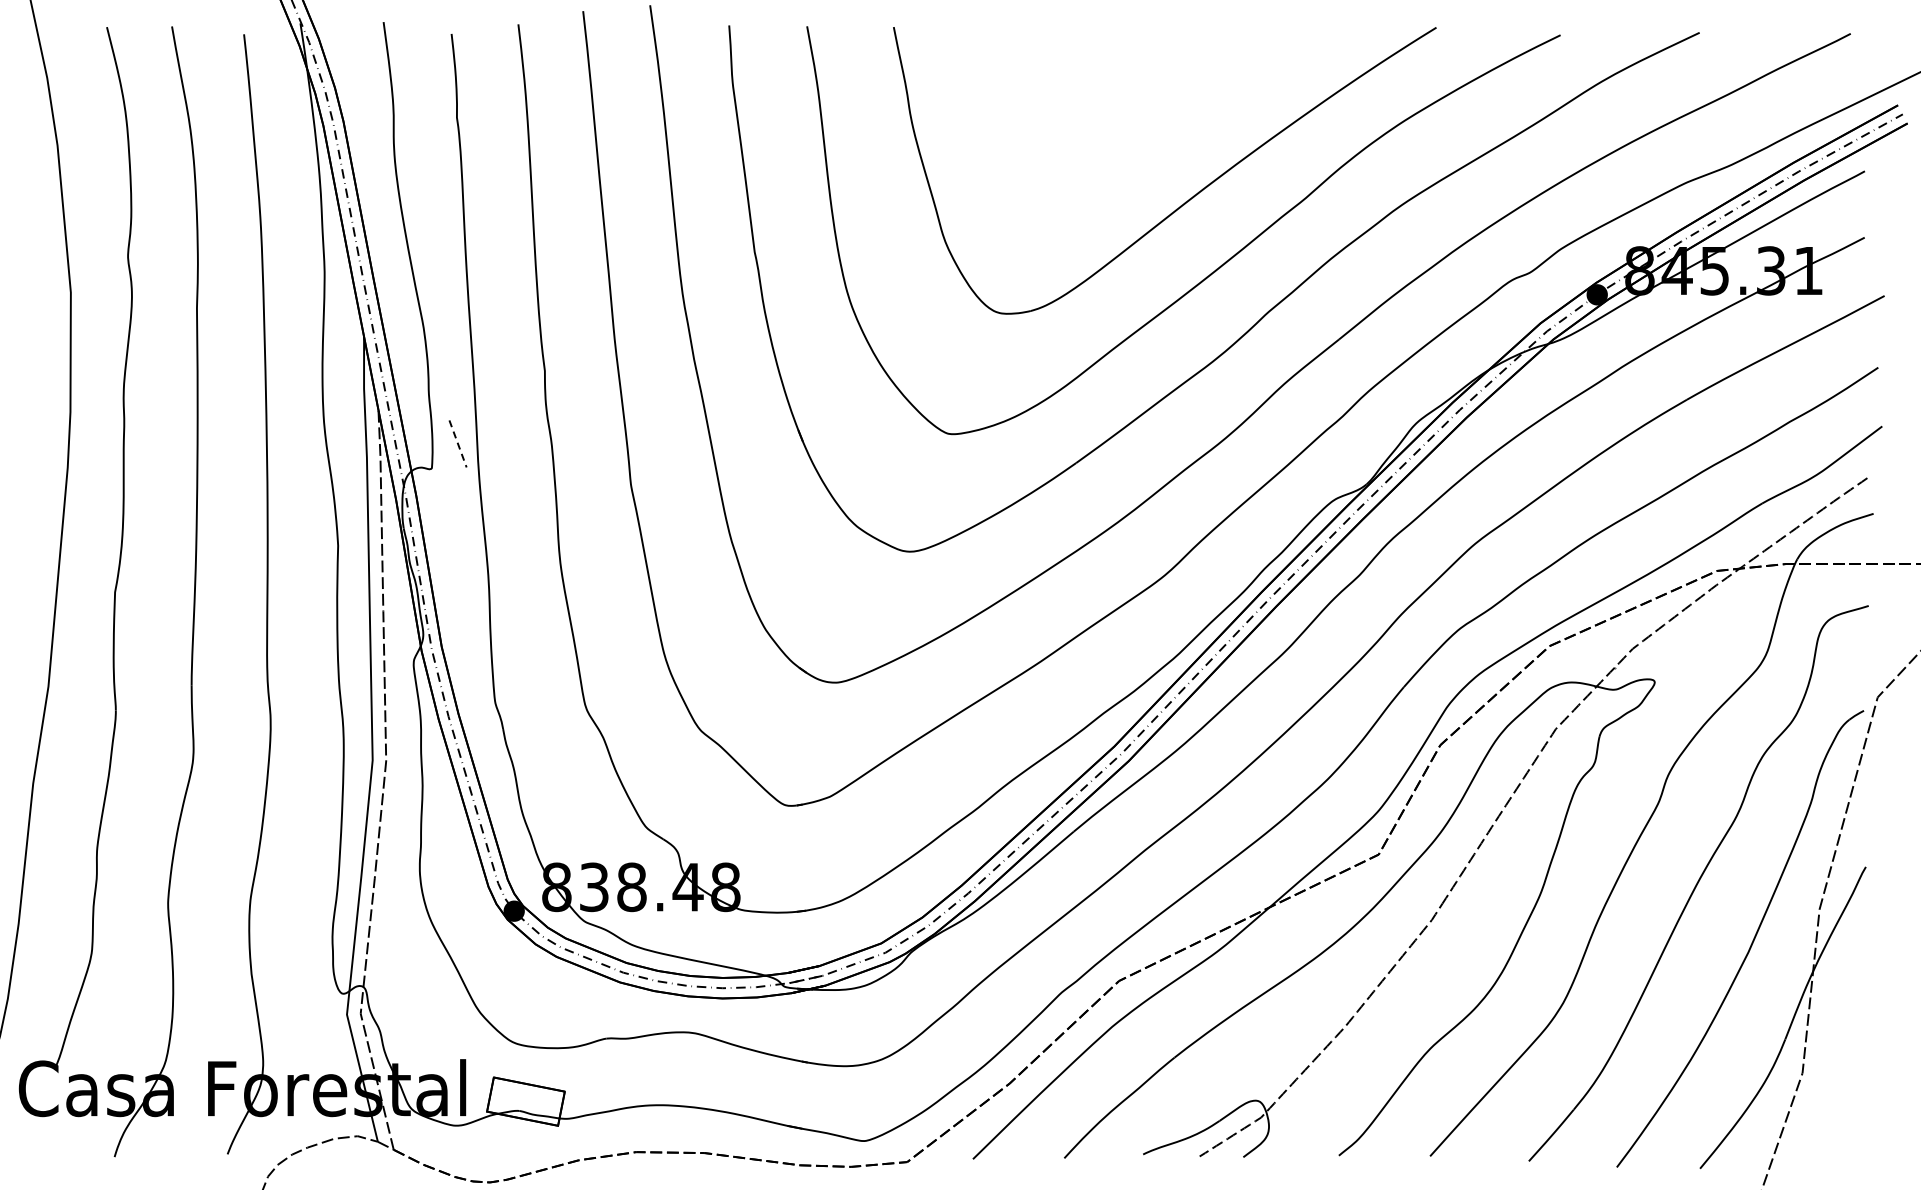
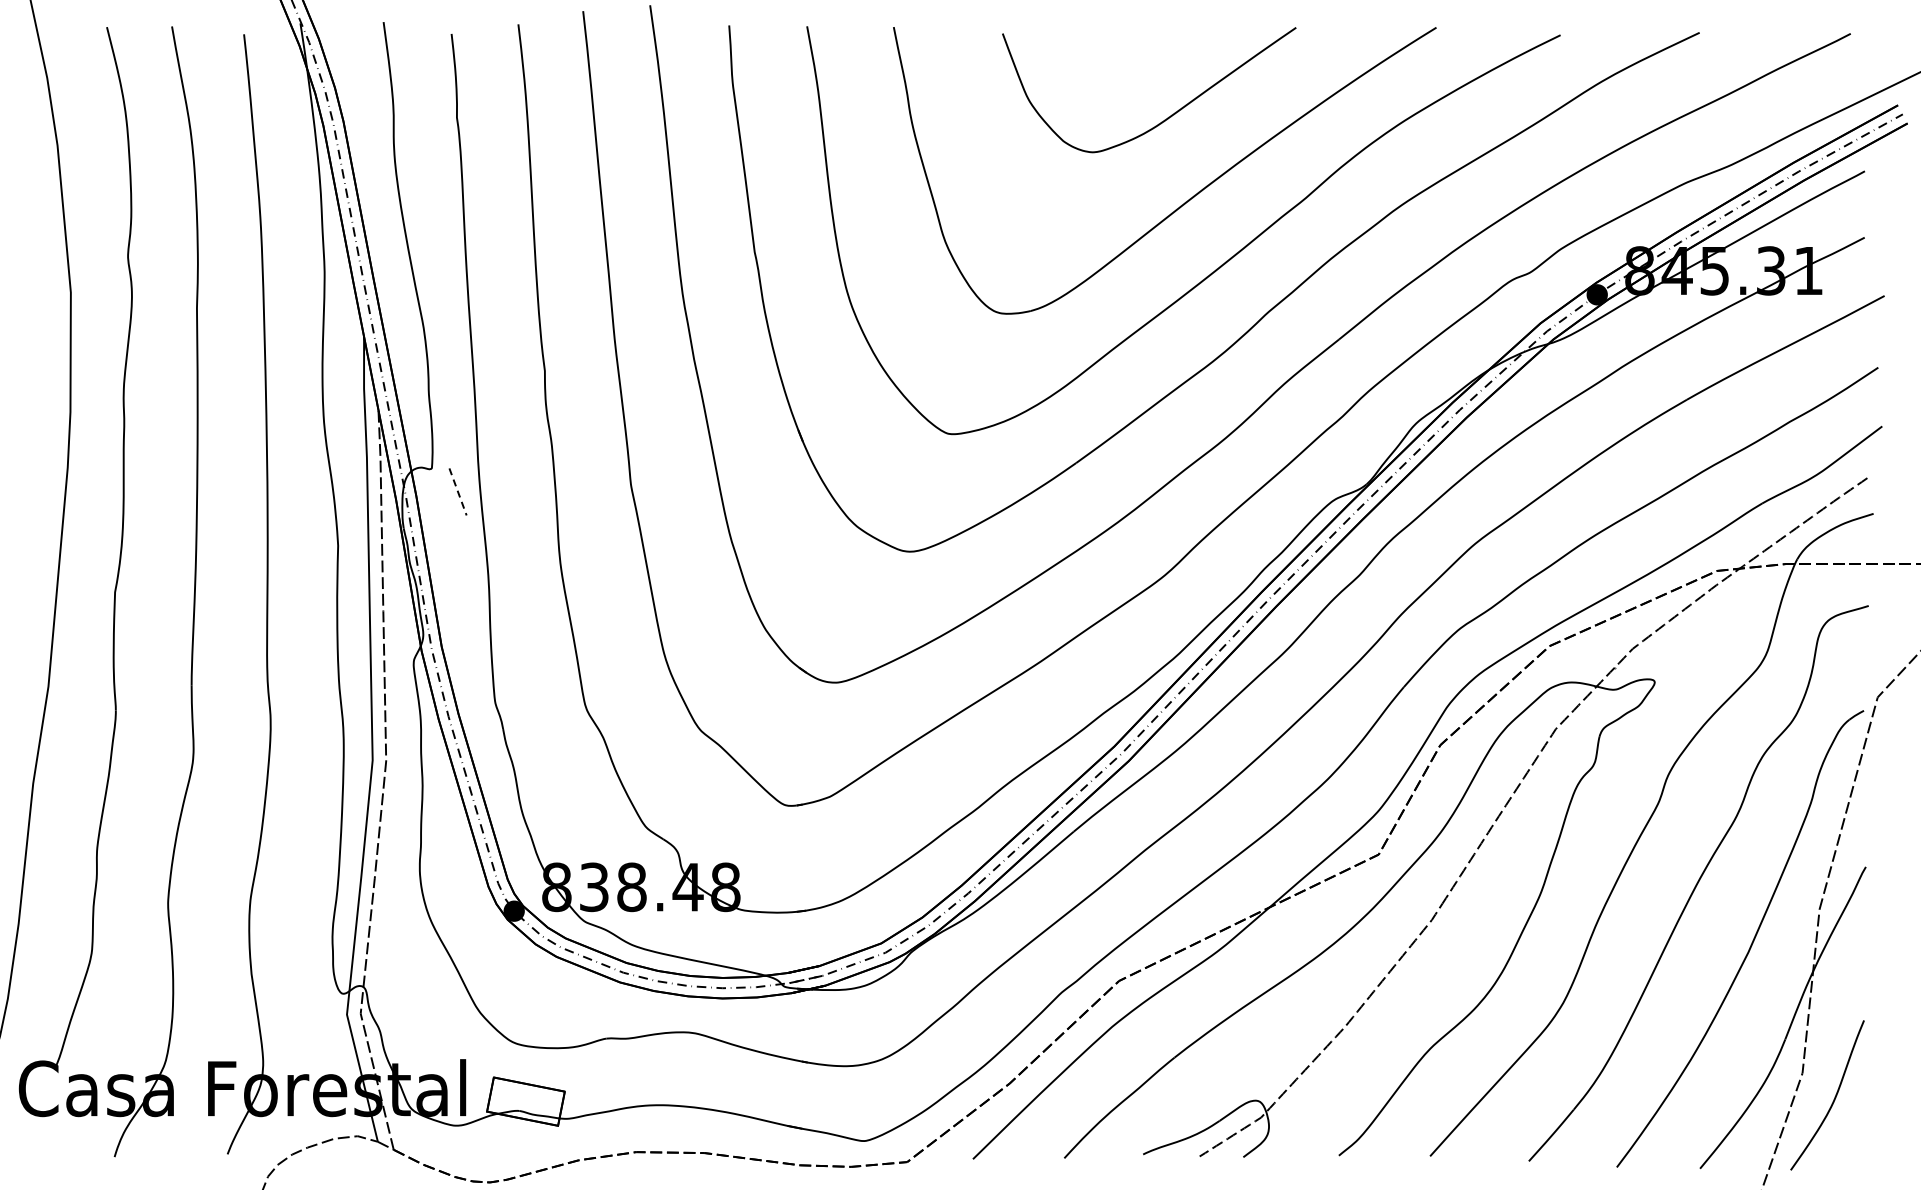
curve at (1167, 117): none -> present
line at (457, 443) position: (457, 443) -> (457, 491)
curve at (1834, 1096): none -> present
